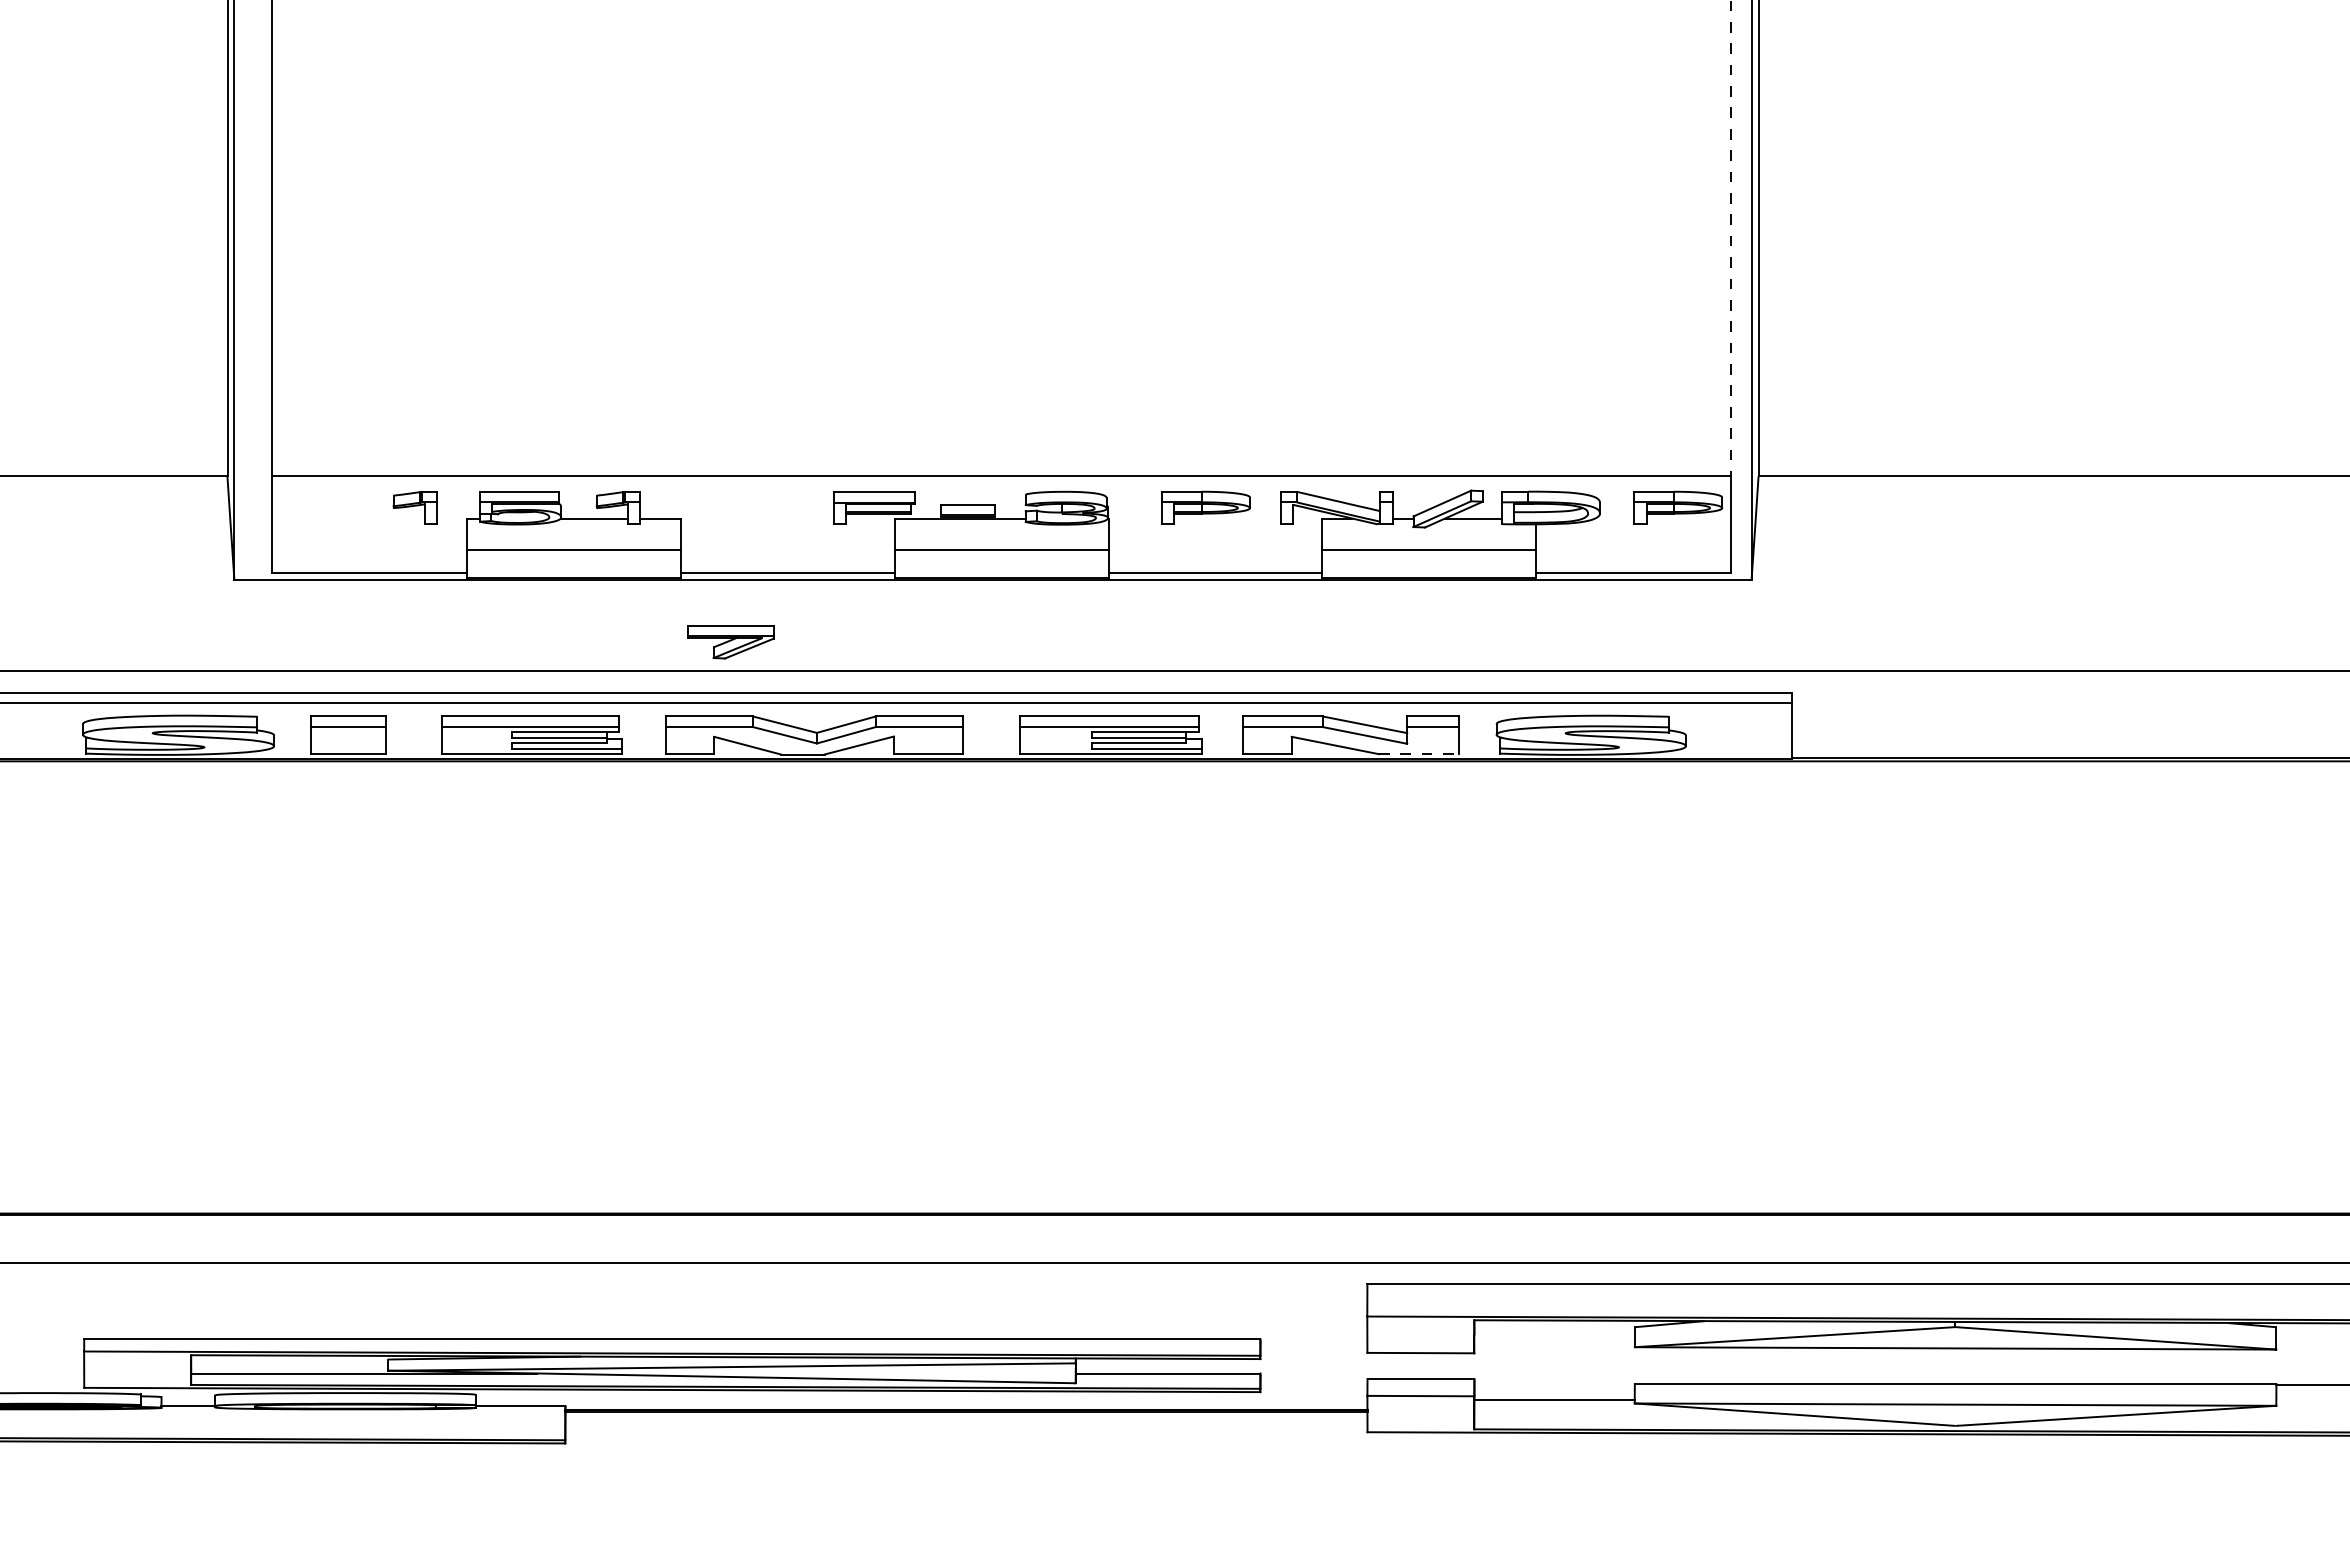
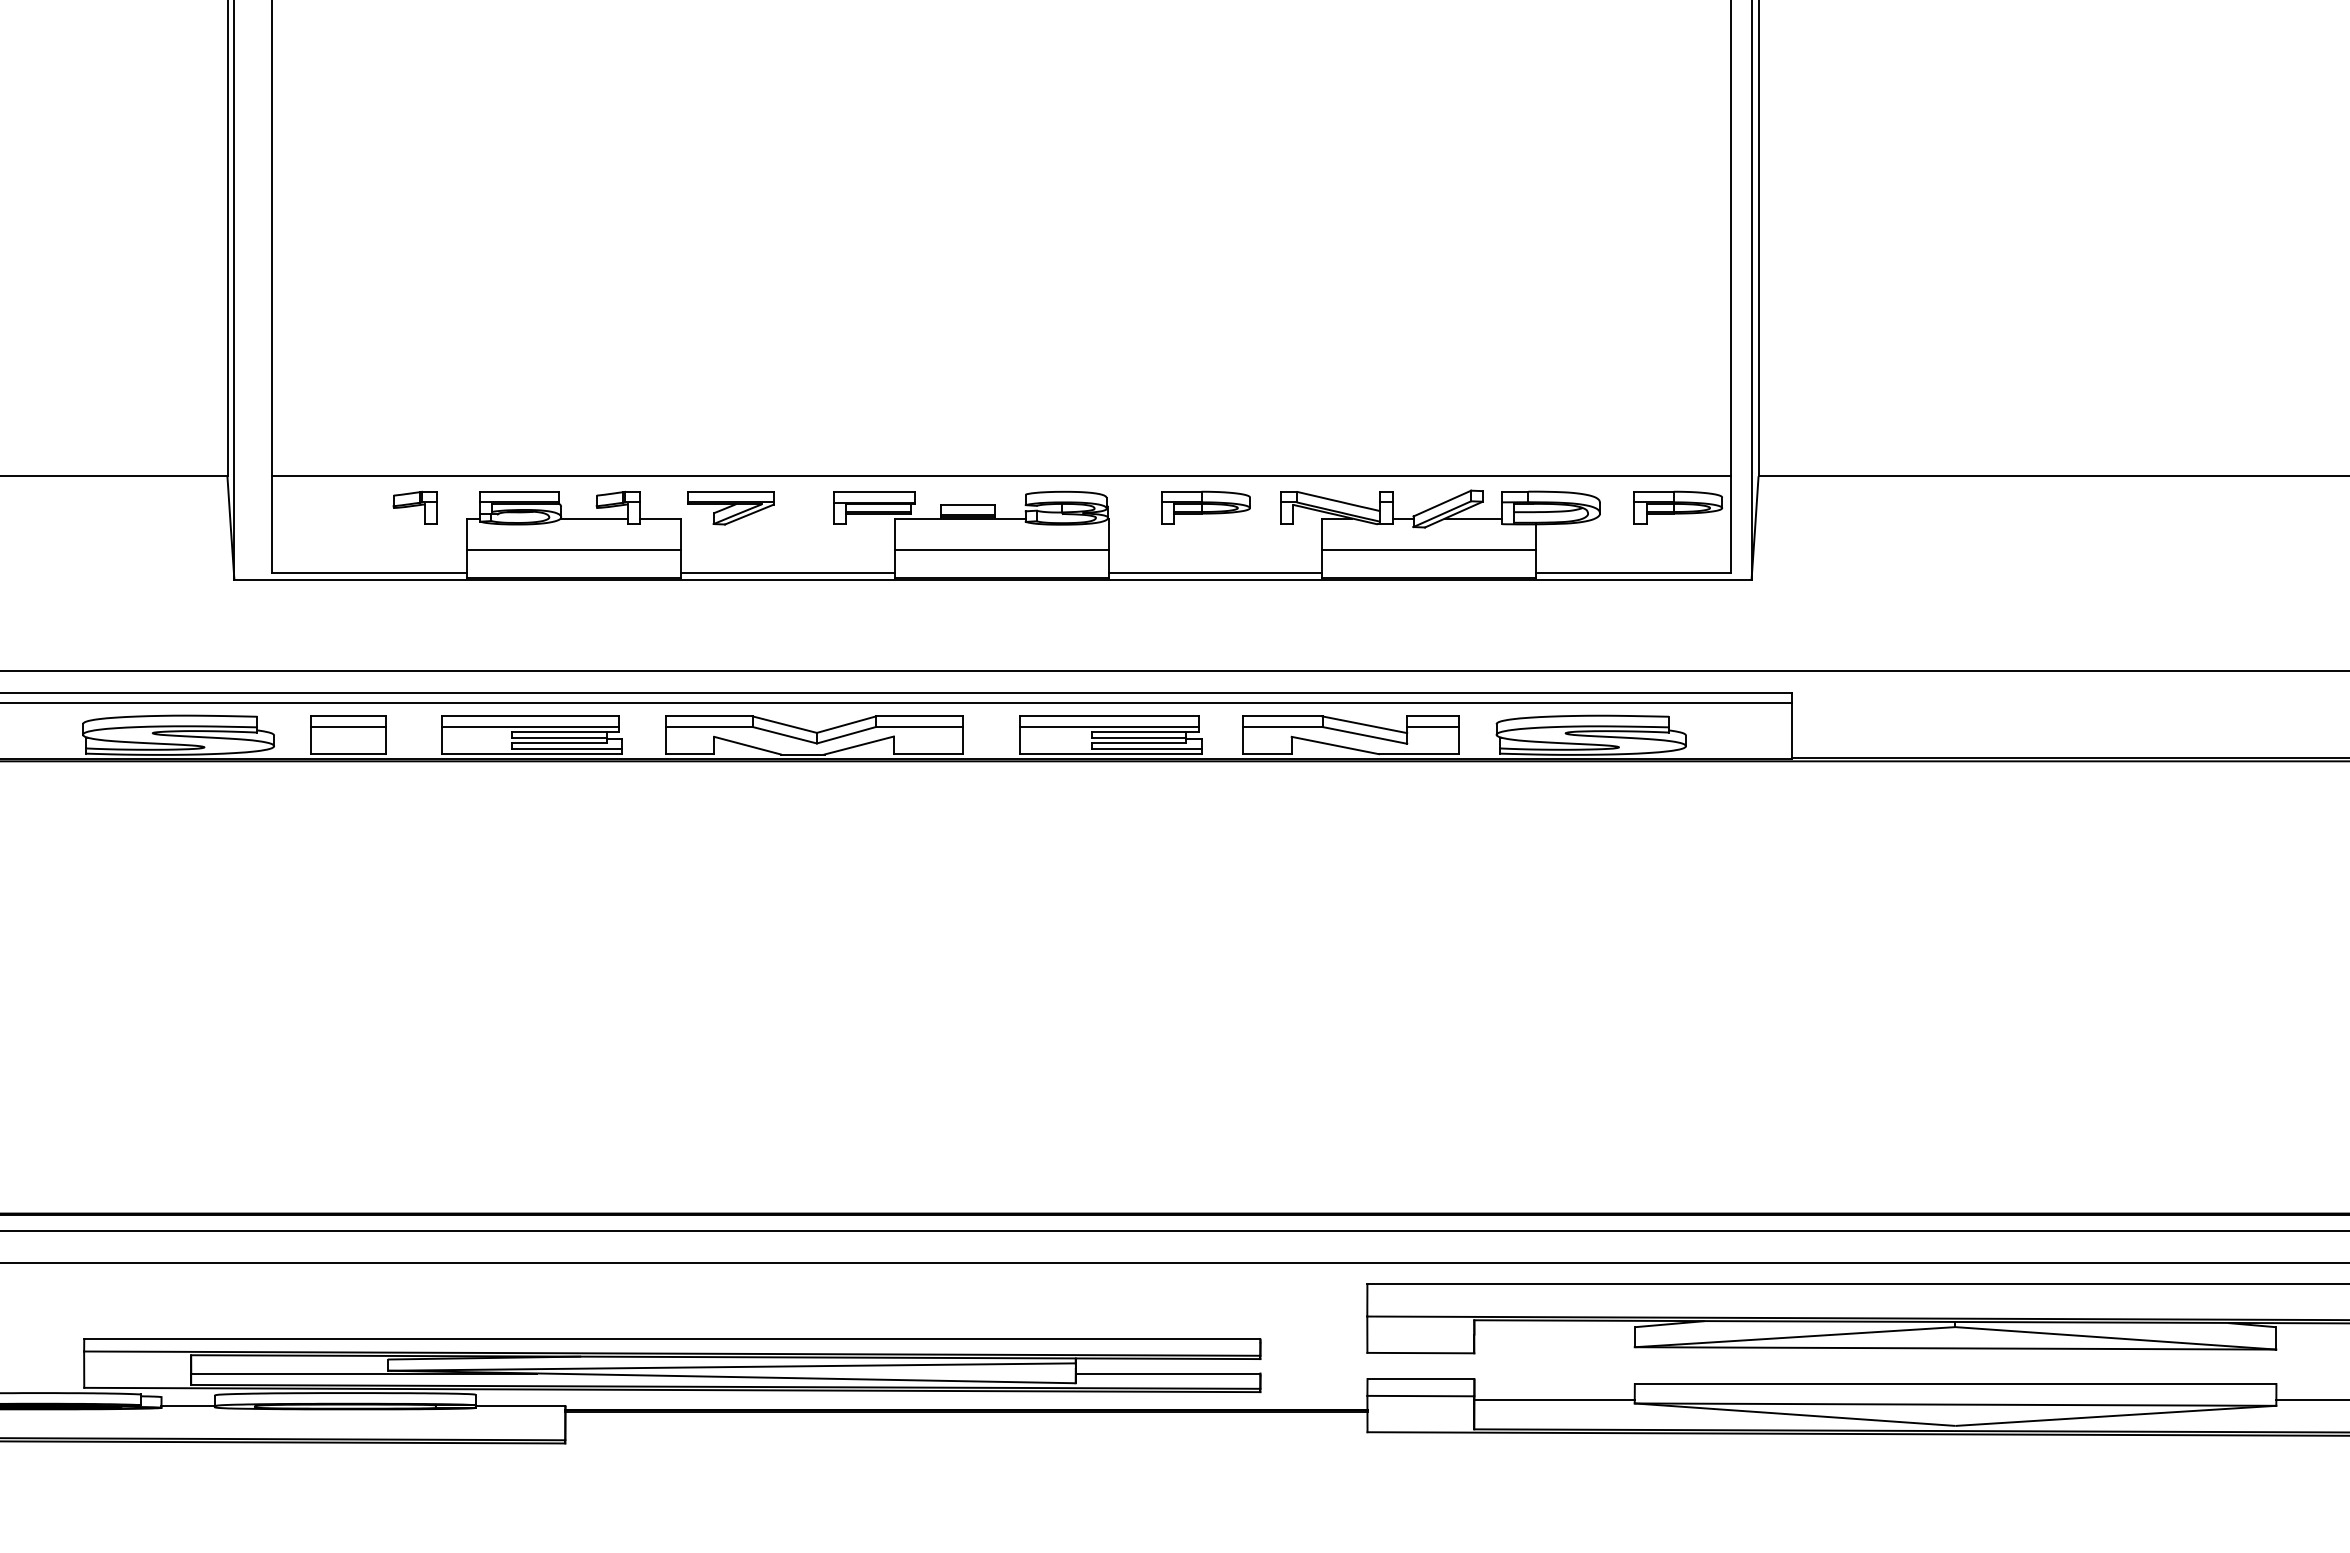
line at (1730, 238): dashed -> solid
part at (730, 642) position: (730, 642) -> (730, 508)
line at (1418, 754): dashed -> solid
line at (1174, 1230): none -> present
line at (2311, 1385) position: (2311, 1385) -> (2311, 1400)
